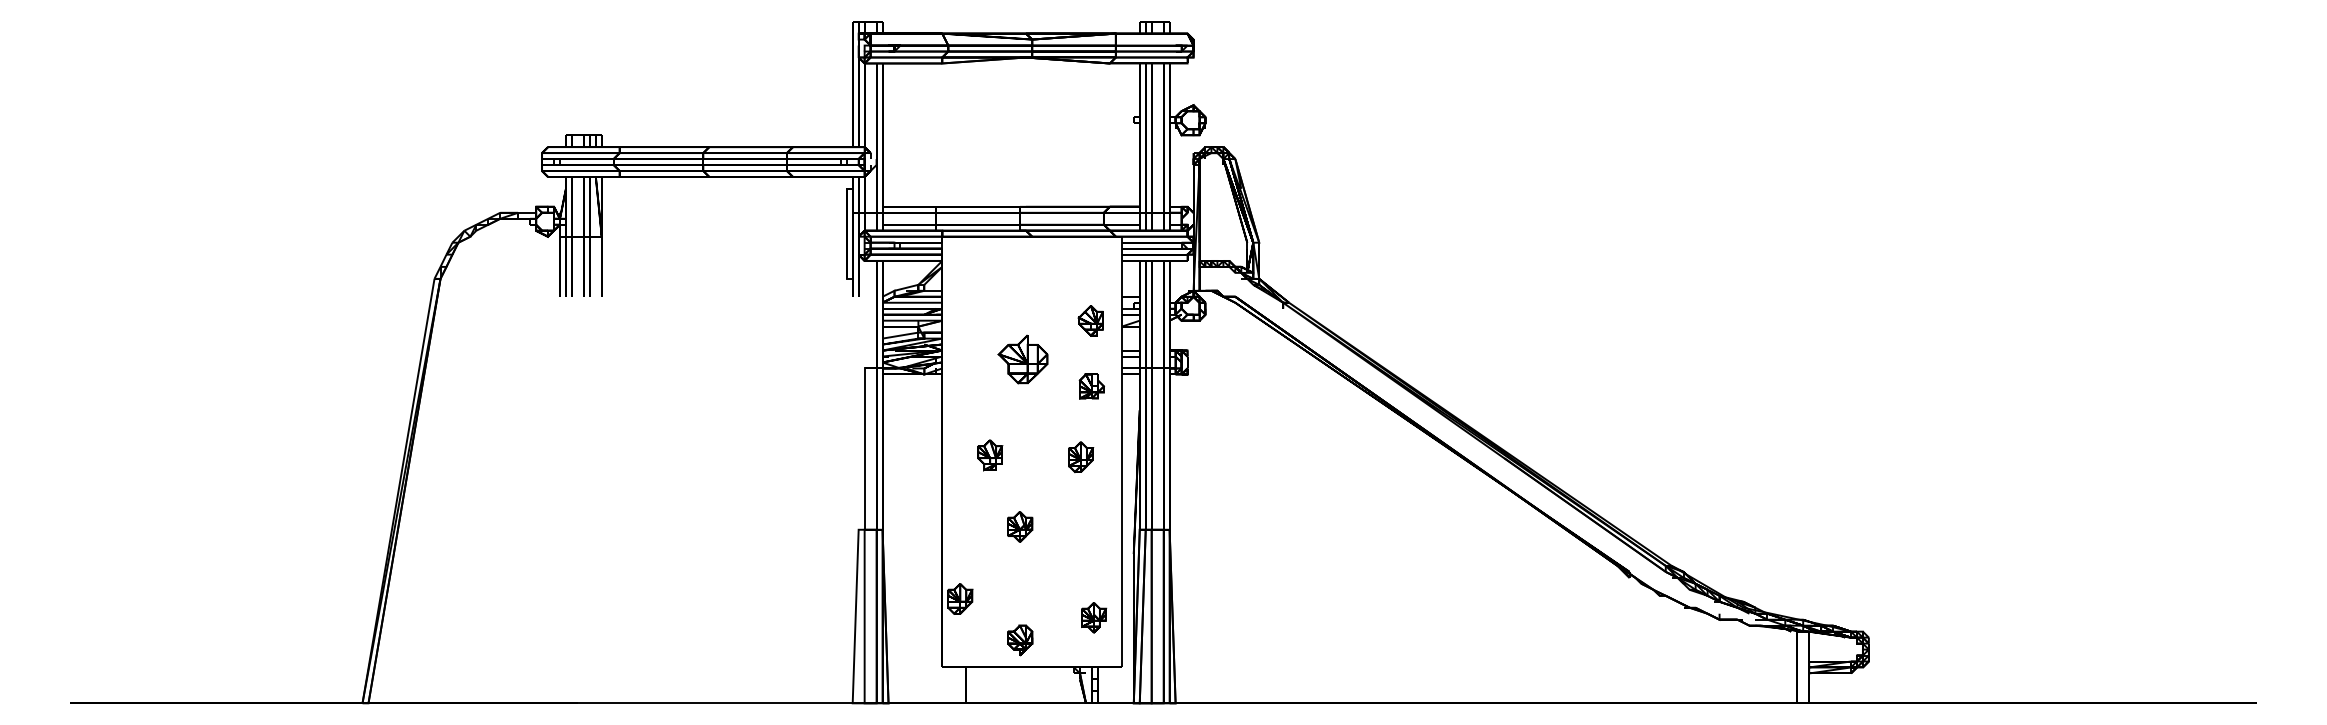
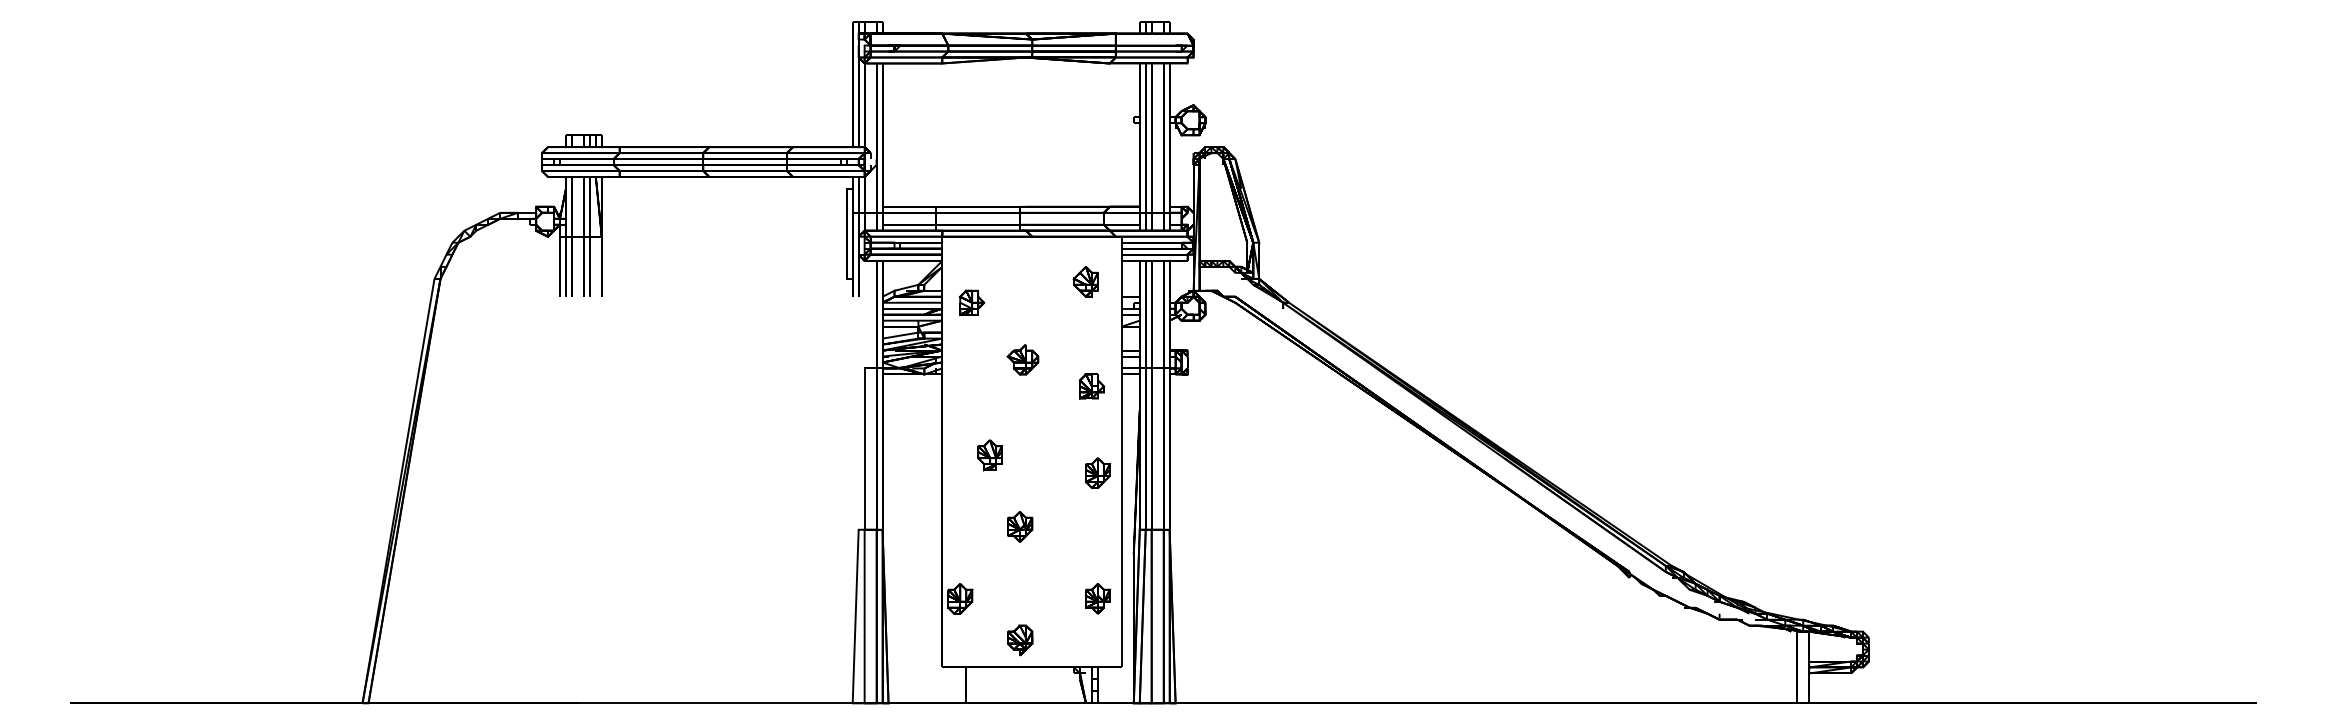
part at (972, 302): none -> present
part at (1090, 320) position: (1090, 320) -> (1085, 281)
part at (1022, 359) size: 52x51 px -> 34x32 px
part at (1081, 456) position: (1081, 456) -> (1098, 472)
part at (1094, 617) position: (1094, 617) -> (1098, 598)
